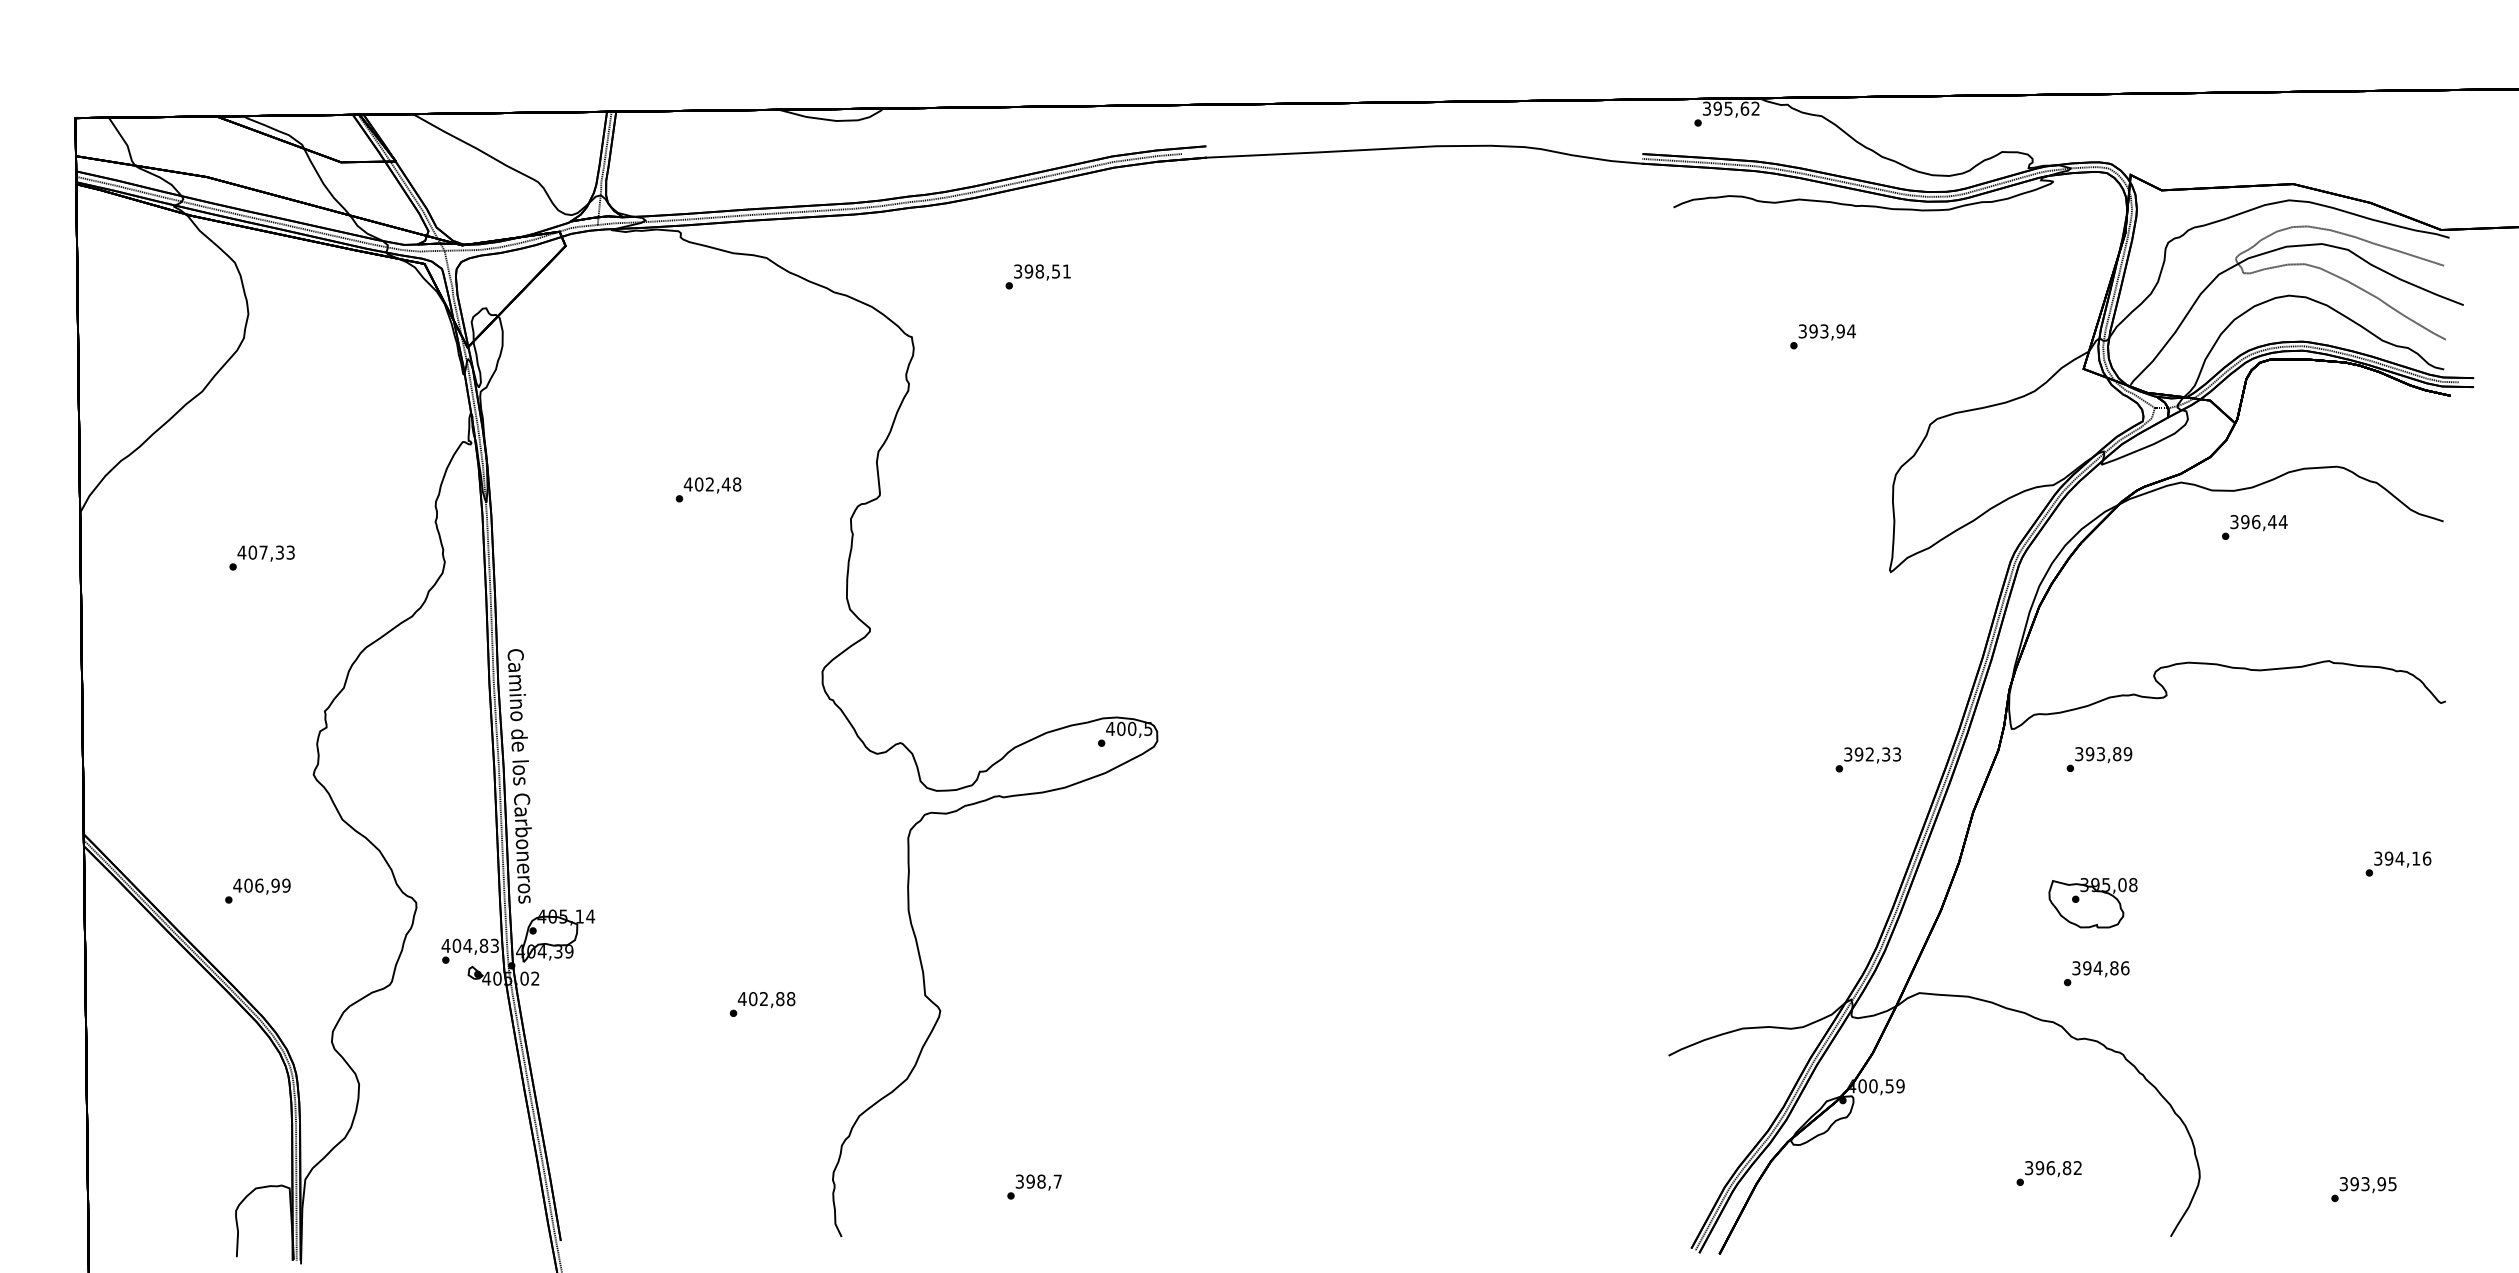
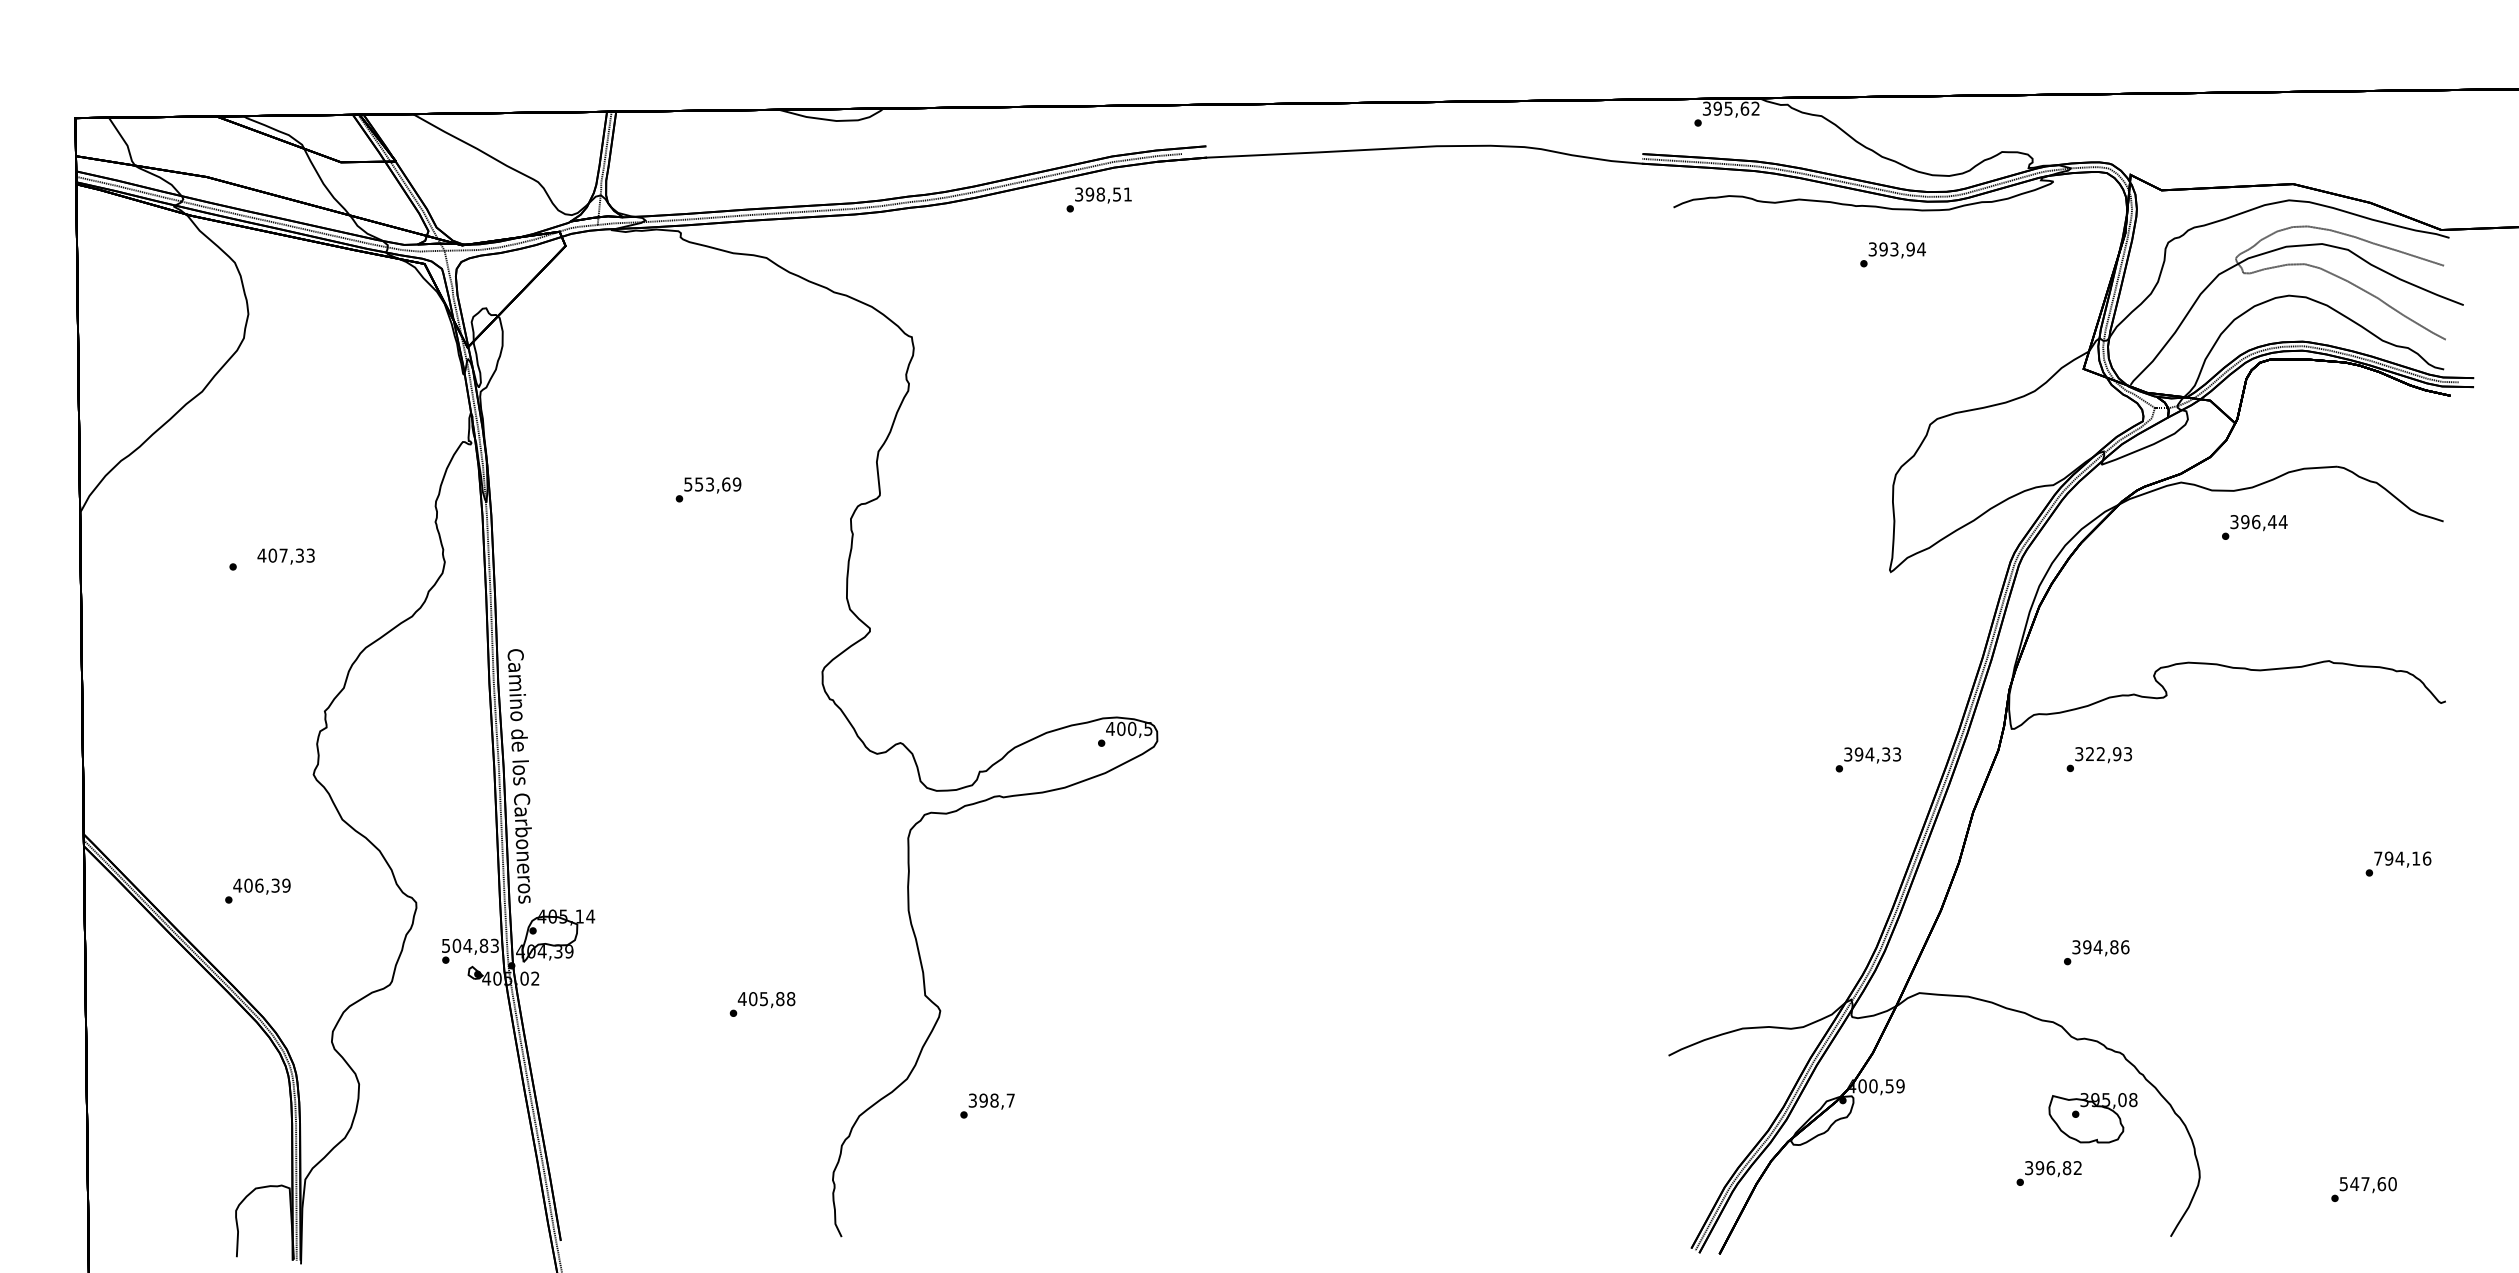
text at (1037, 276) position: (1037, 276) -> (1098, 199)
text at (1822, 336) position: (1822, 336) -> (1892, 254)
text at (712, 484): 402,48 -> 553,69
text at (265, 553) position: (265, 553) -> (285, 556)
text at (1869, 754): 392,33 -> 394,33
text at (2108, 754): 393,89 -> 322,93
text at (2378, 858): 394,16 -> 794,16
text at (275, 885): 406,99 -> 406,39
part at (2092, 903) position: (2092, 903) -> (2092, 1118)
text at (445, 945): 404,83 -> 504,83
text at (2096, 973) position: (2096, 973) -> (2096, 952)
text at (763, 999): 402,88 -> 405,88
text at (2368, 1184): 393,95 -> 547,60
text at (1034, 1186) position: (1034, 1186) -> (987, 1105)
